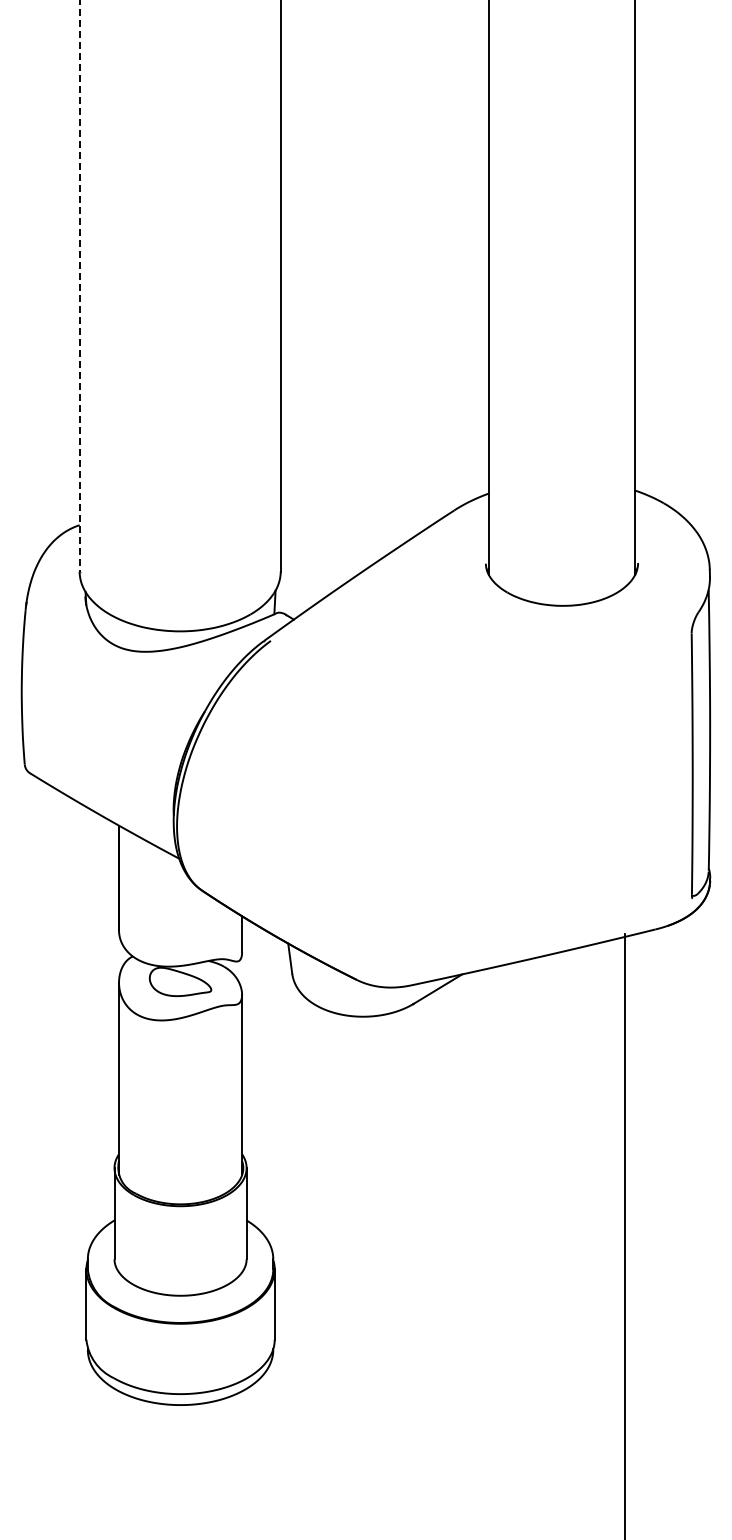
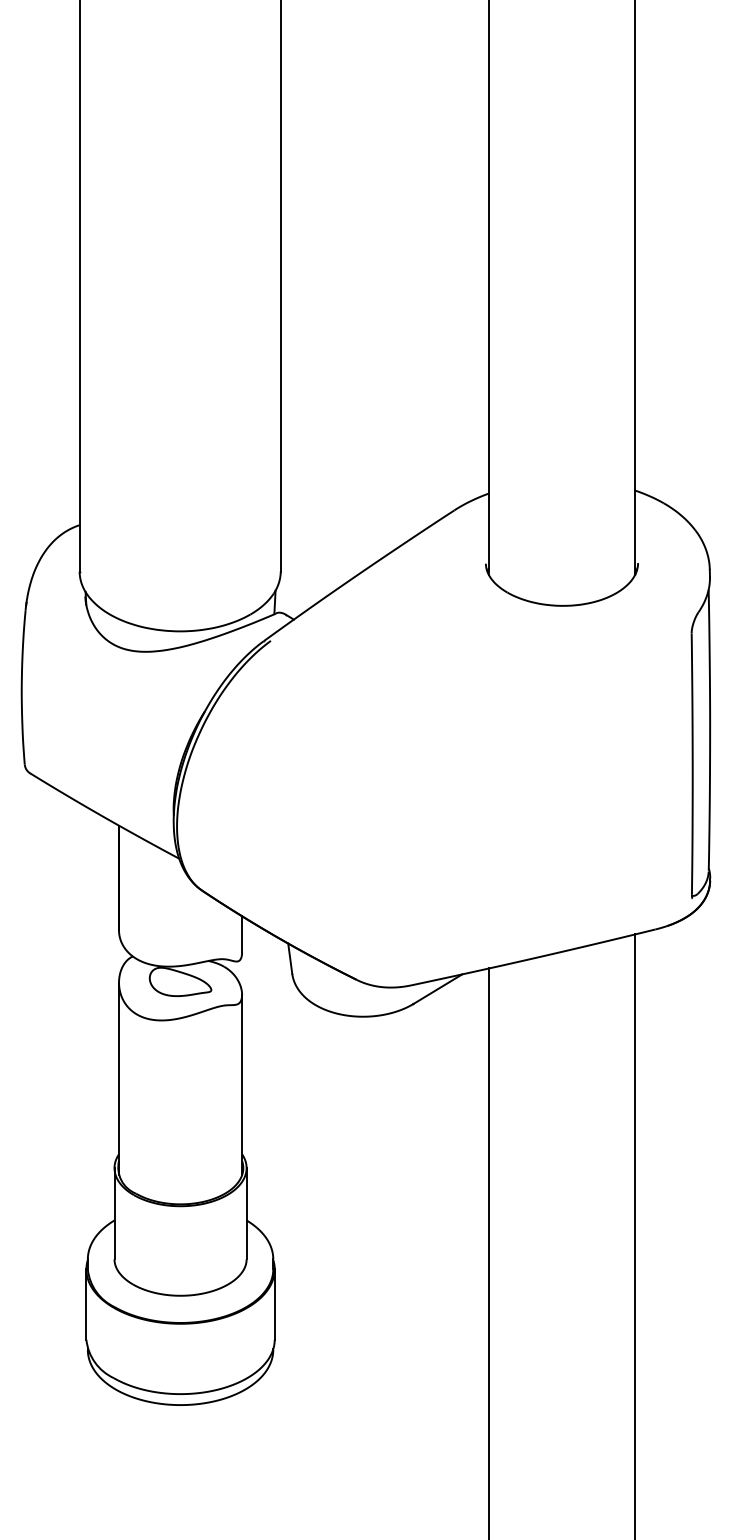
line at (79, 285): dashed -> solid
line at (625, 1235) position: (625, 1235) -> (635, 1235)
line at (488, 1252): none -> present
